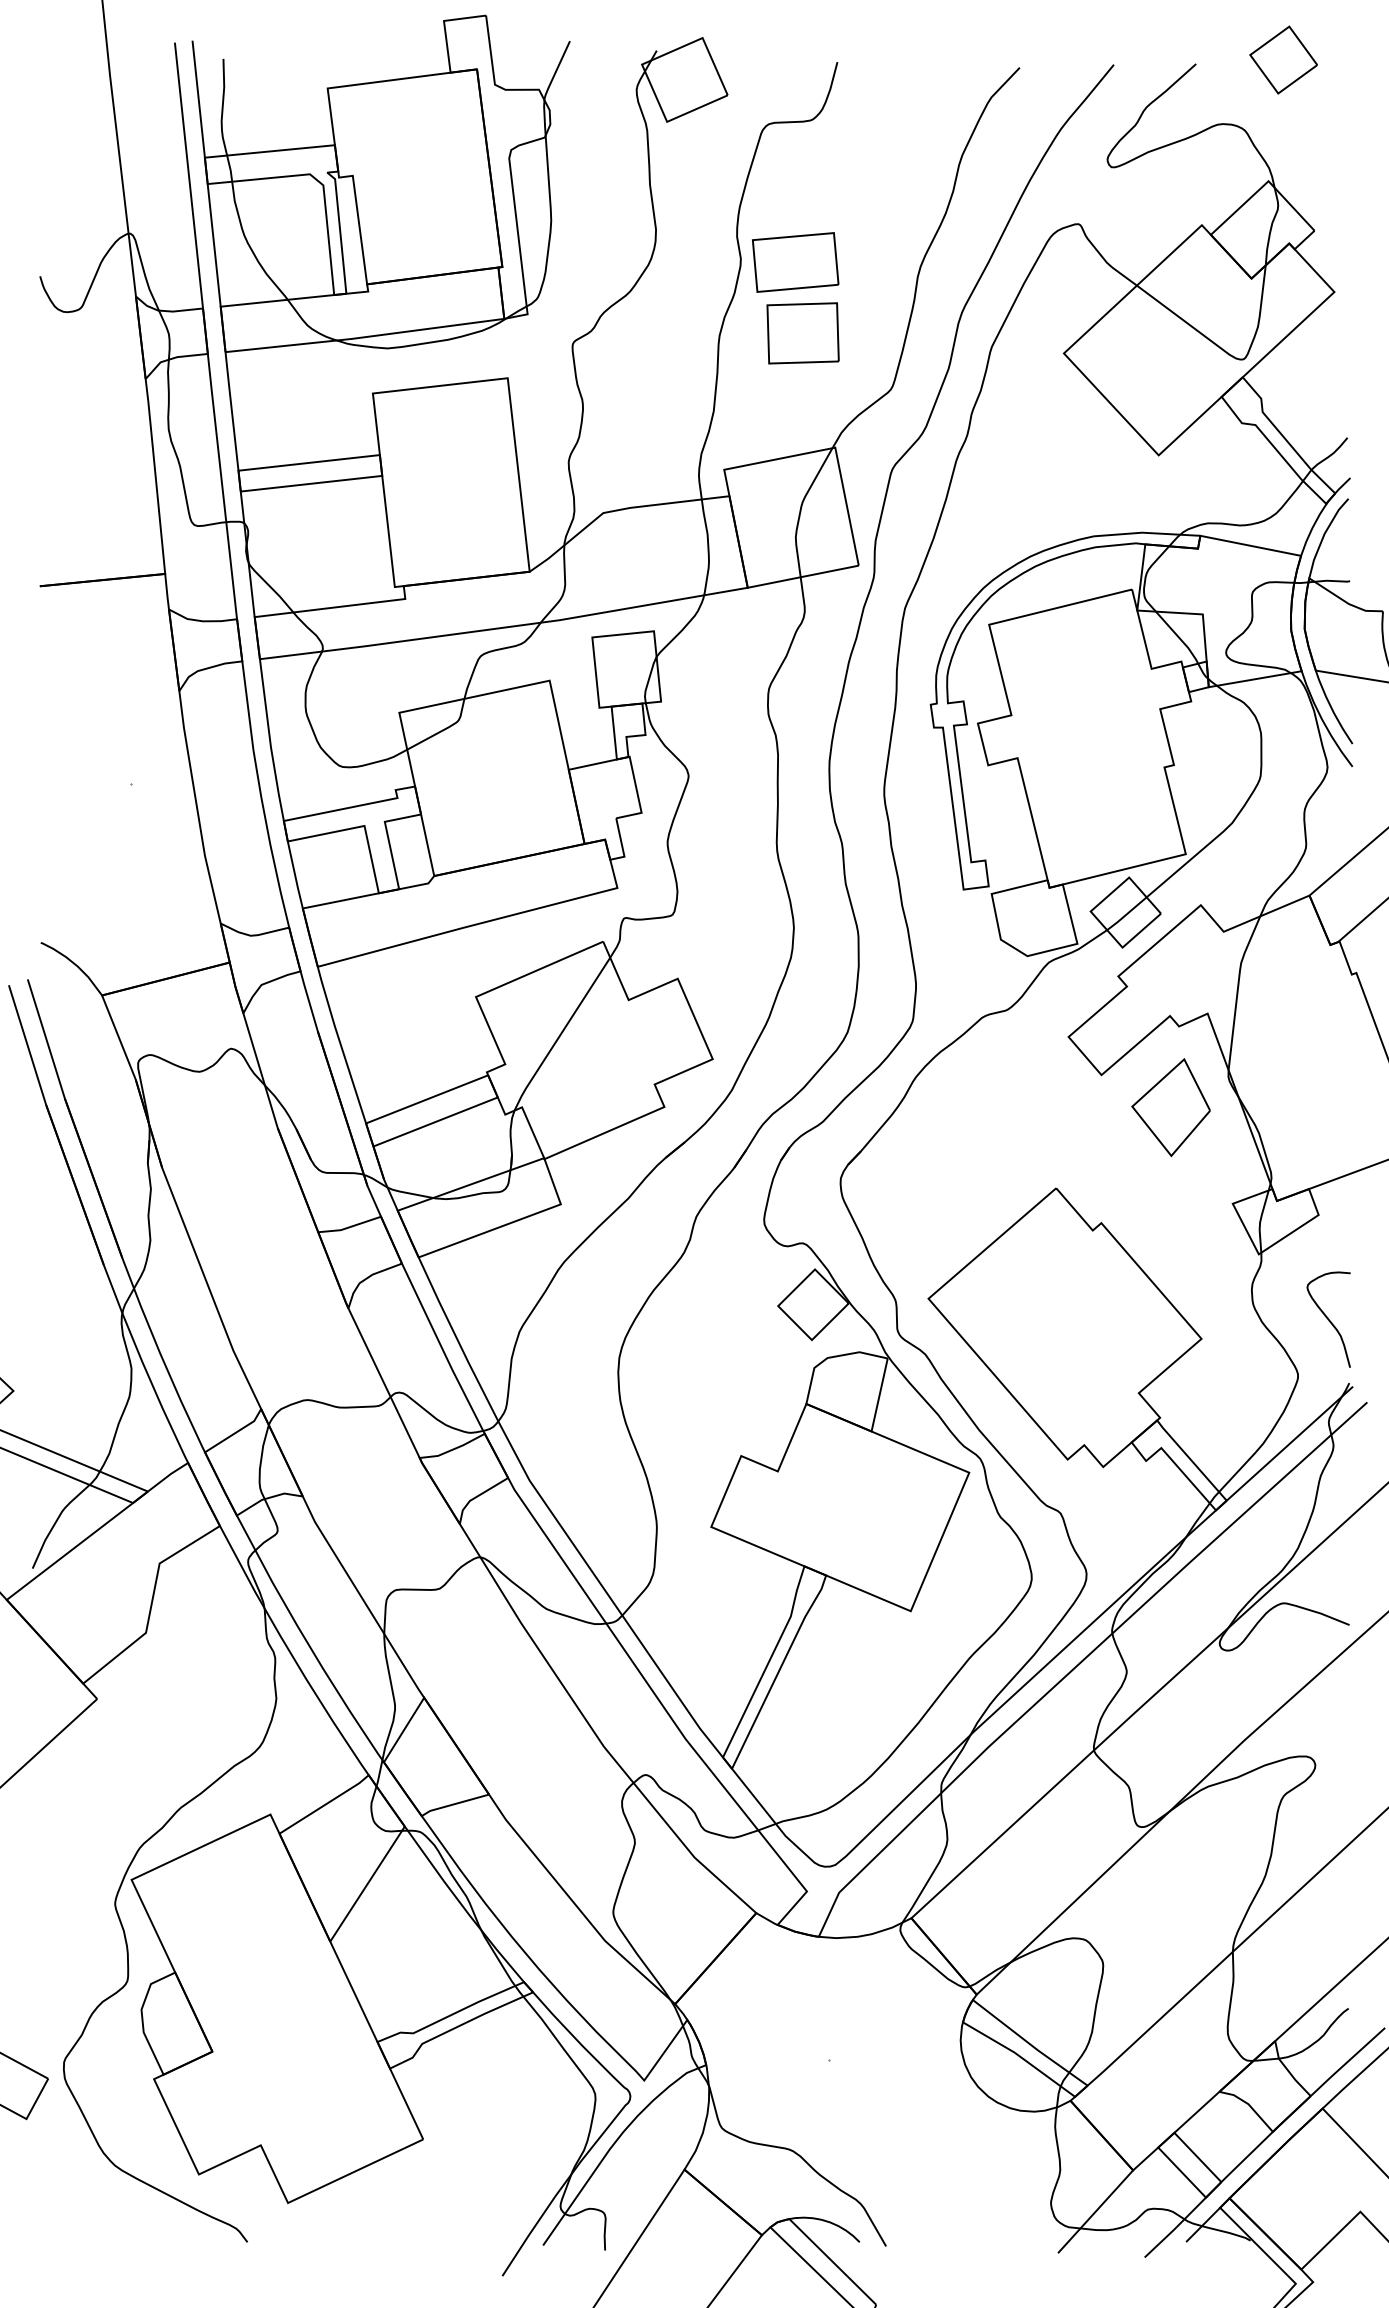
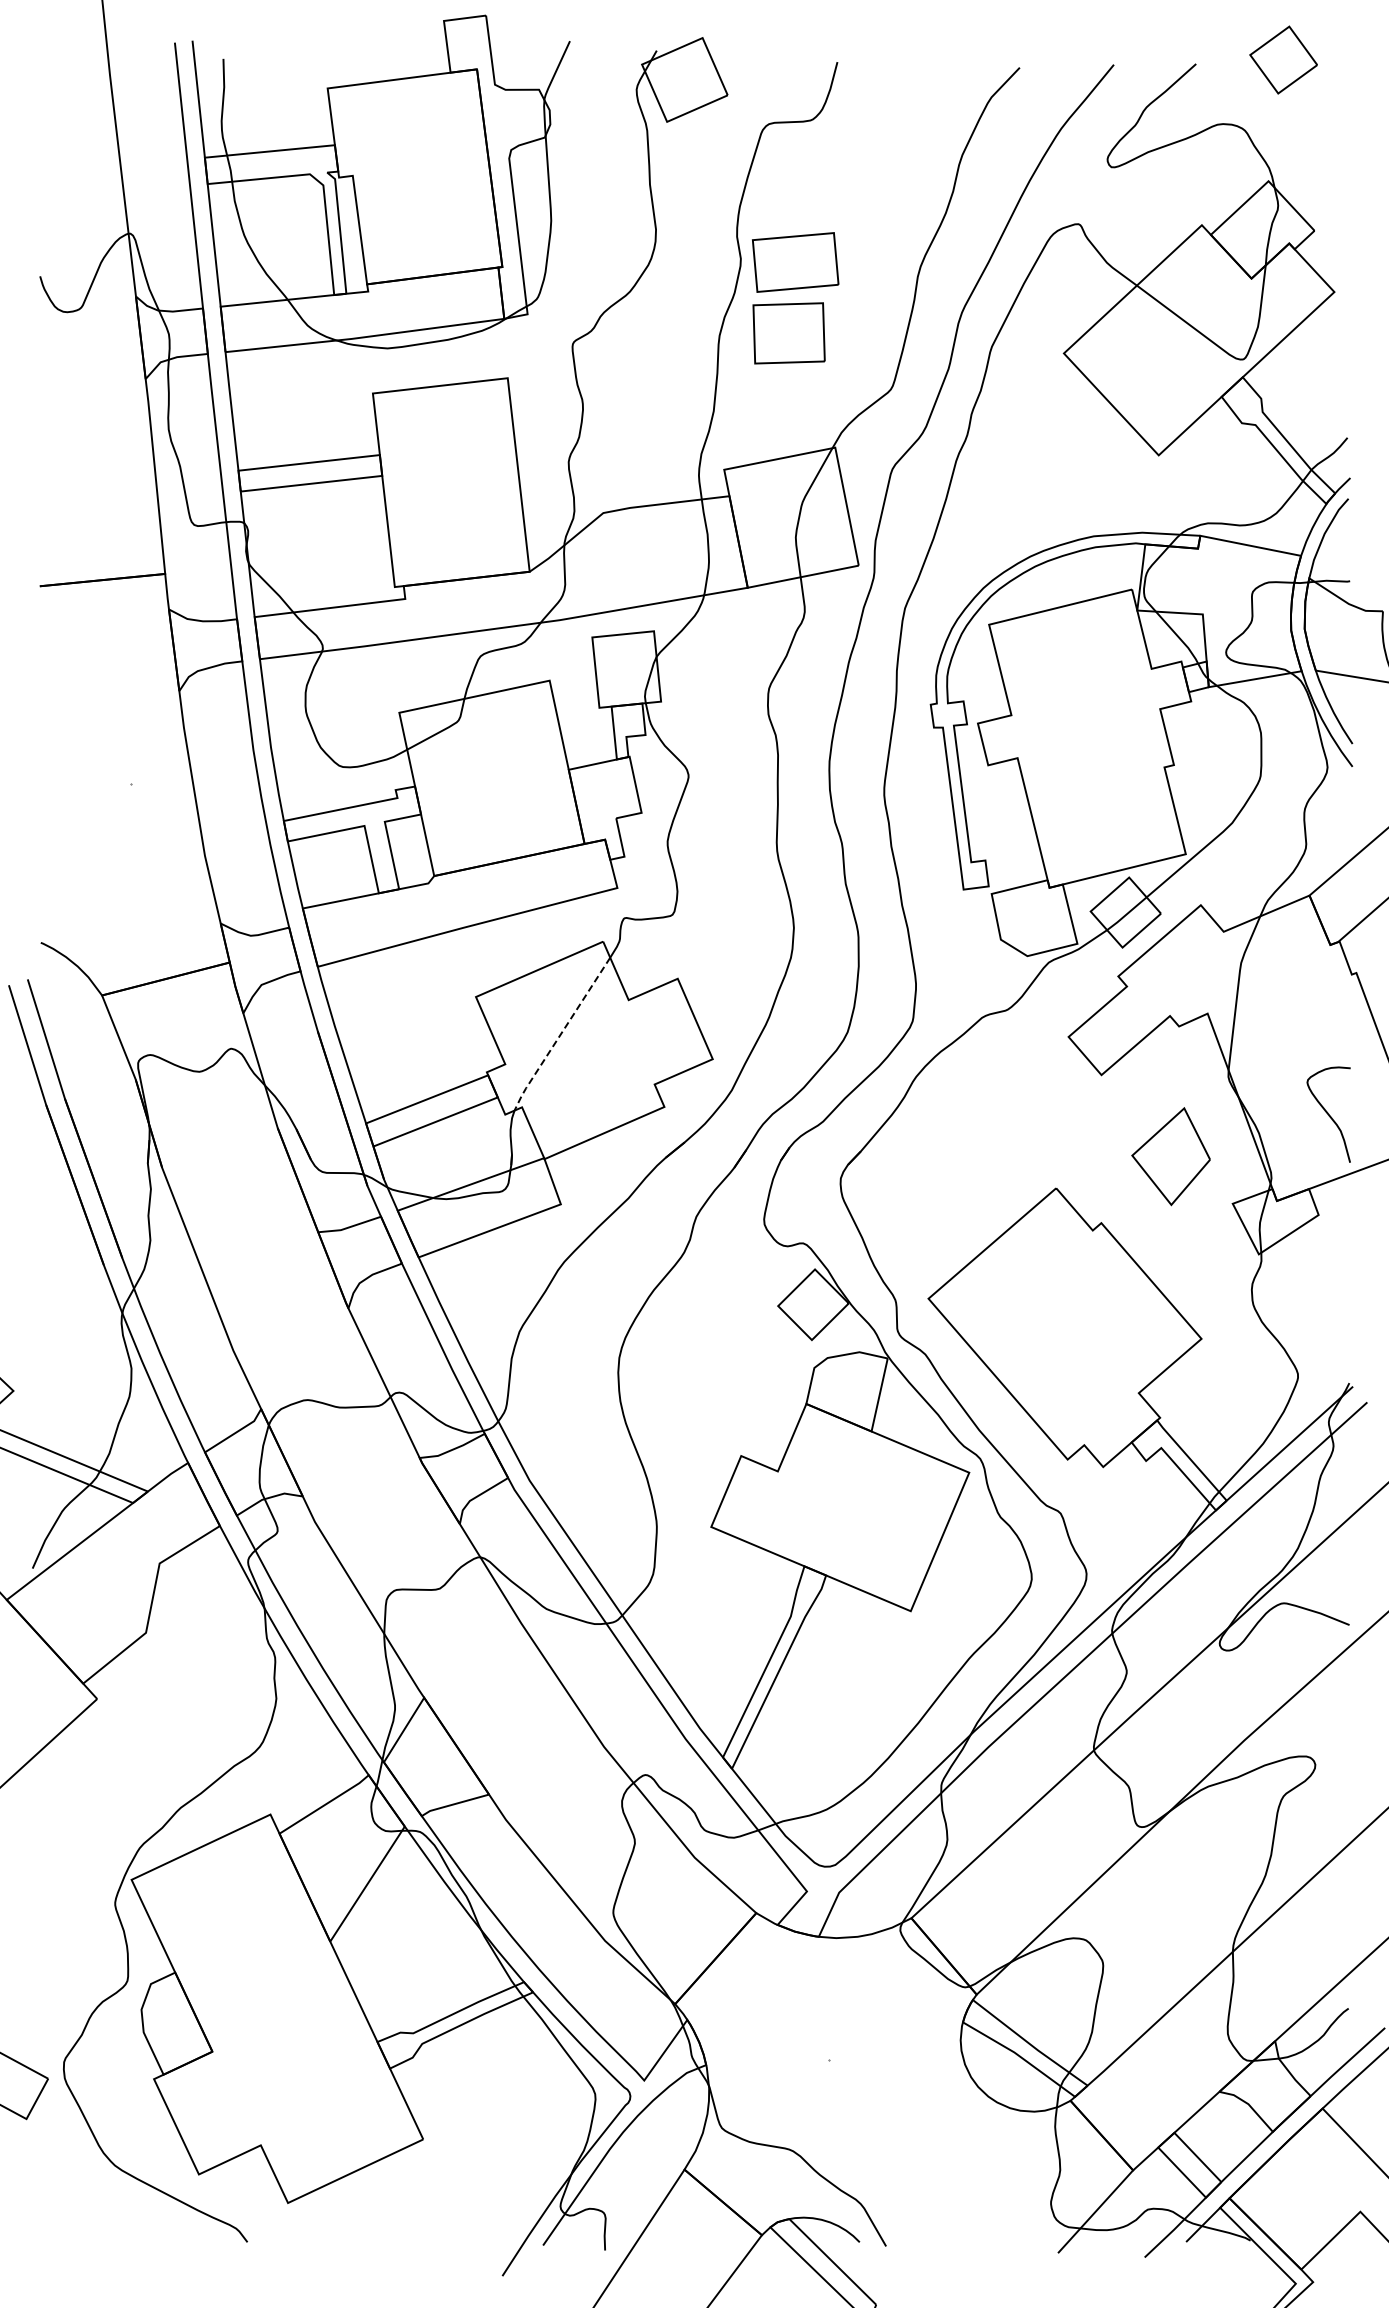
part at (802, 333) position: (802, 333) -> (788, 333)
line at (560, 1034): solid -> dashed
part at (1170, 1107) position: (1170, 1107) -> (1170, 1156)
curve at (1328, 1319) position: (1328, 1319) -> (1328, 1114)
